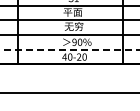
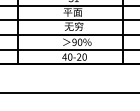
line at (70, 49): dashed -> solid
